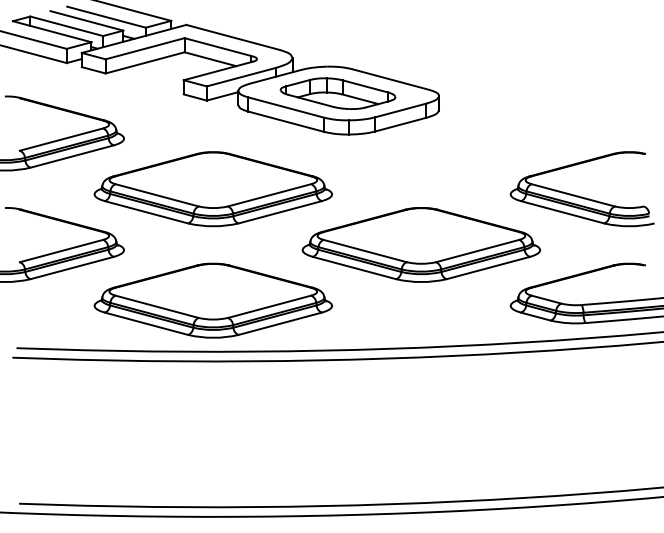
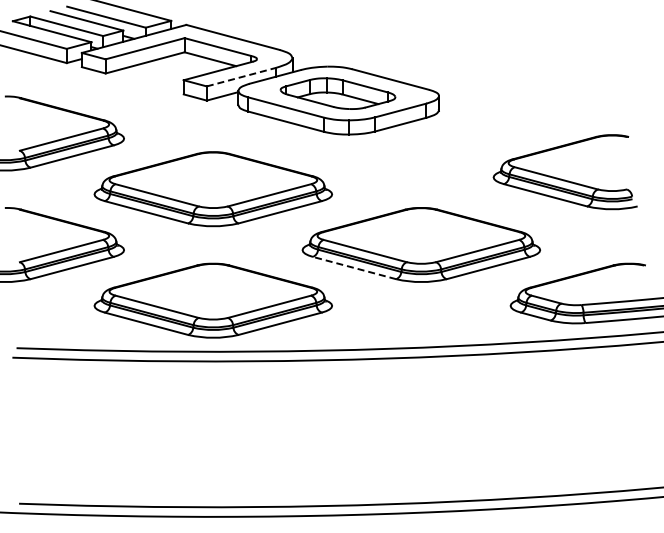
line at (241, 77): solid -> dashed
part at (578, 195) position: (578, 195) -> (561, 178)
line at (354, 267): solid -> dashed
